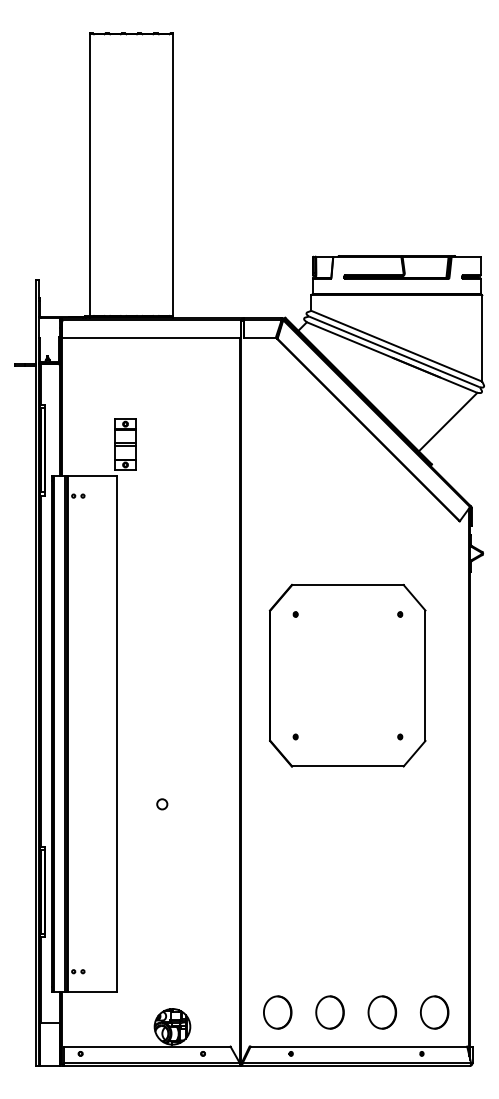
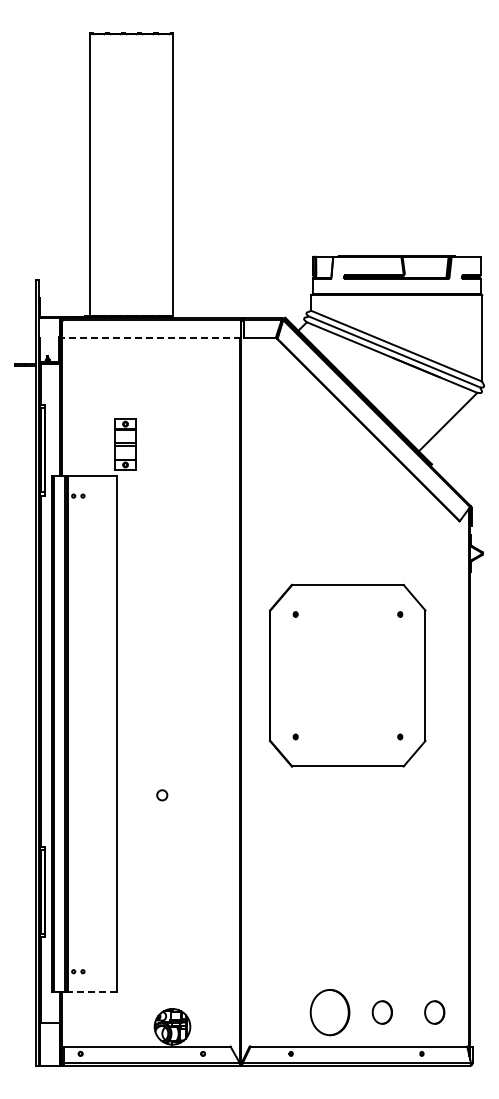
line at (151, 337): solid -> dashed
circle at (162, 804) position: (162, 804) -> (162, 795)
line at (92, 992): solid -> dashed
part at (277, 1012): present -> none
part at (329, 1012) size: 30x35 px -> 42x48 px
part at (382, 1012) size: 31x35 px -> 22x25 px
part at (434, 1012) size: 30x35 px -> 22x25 px
